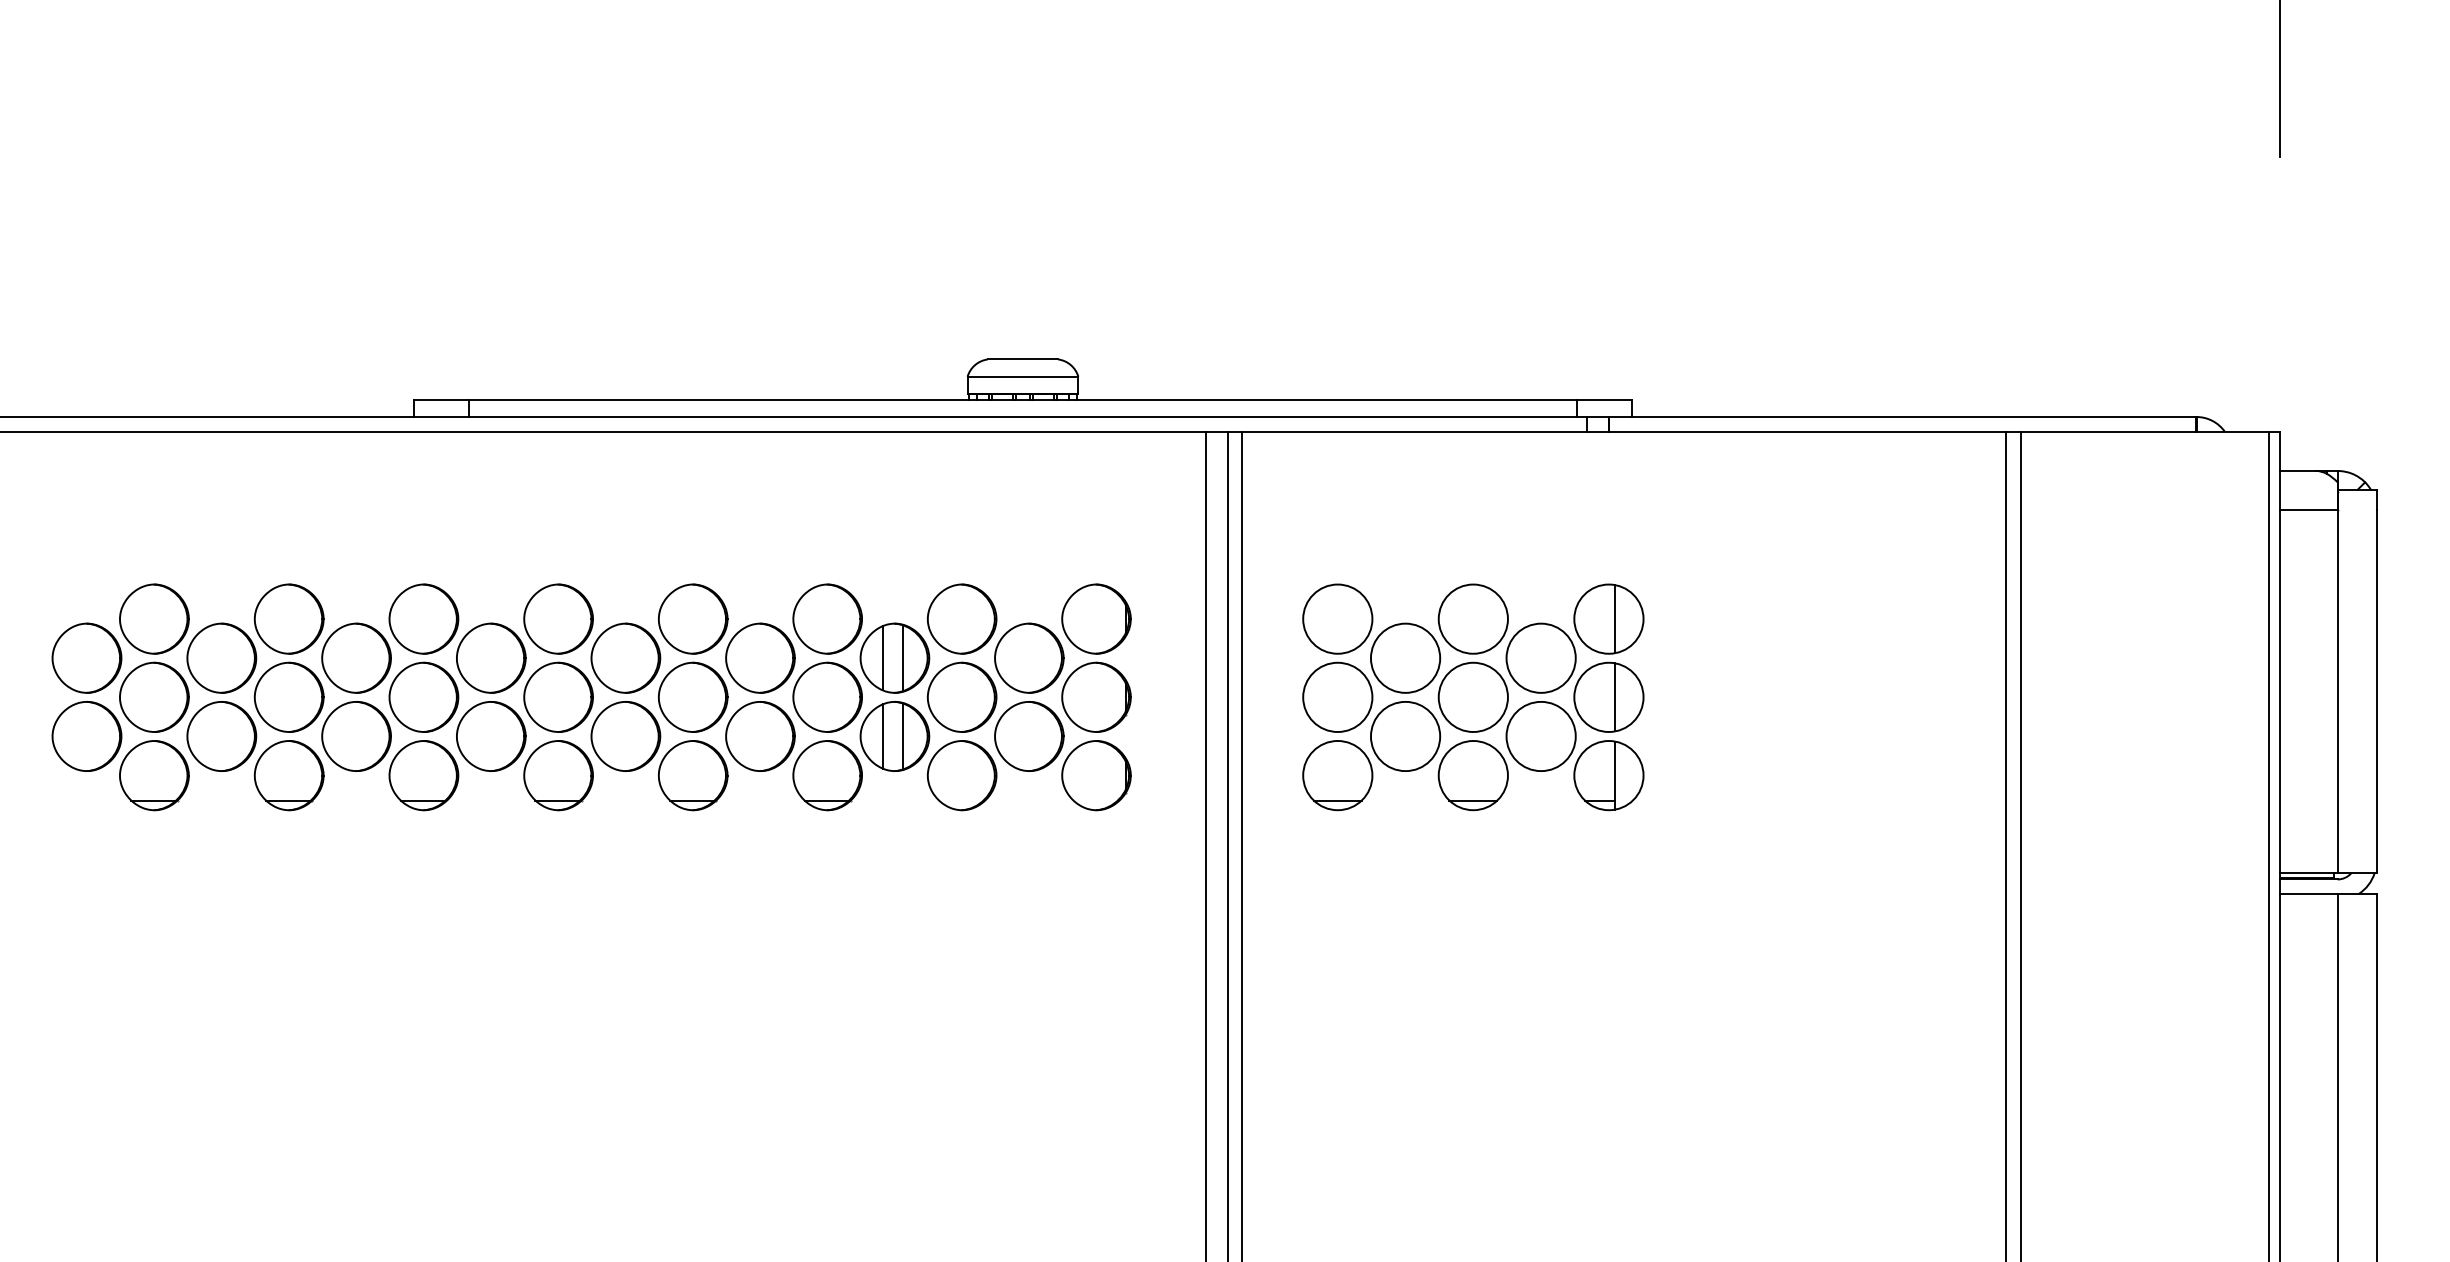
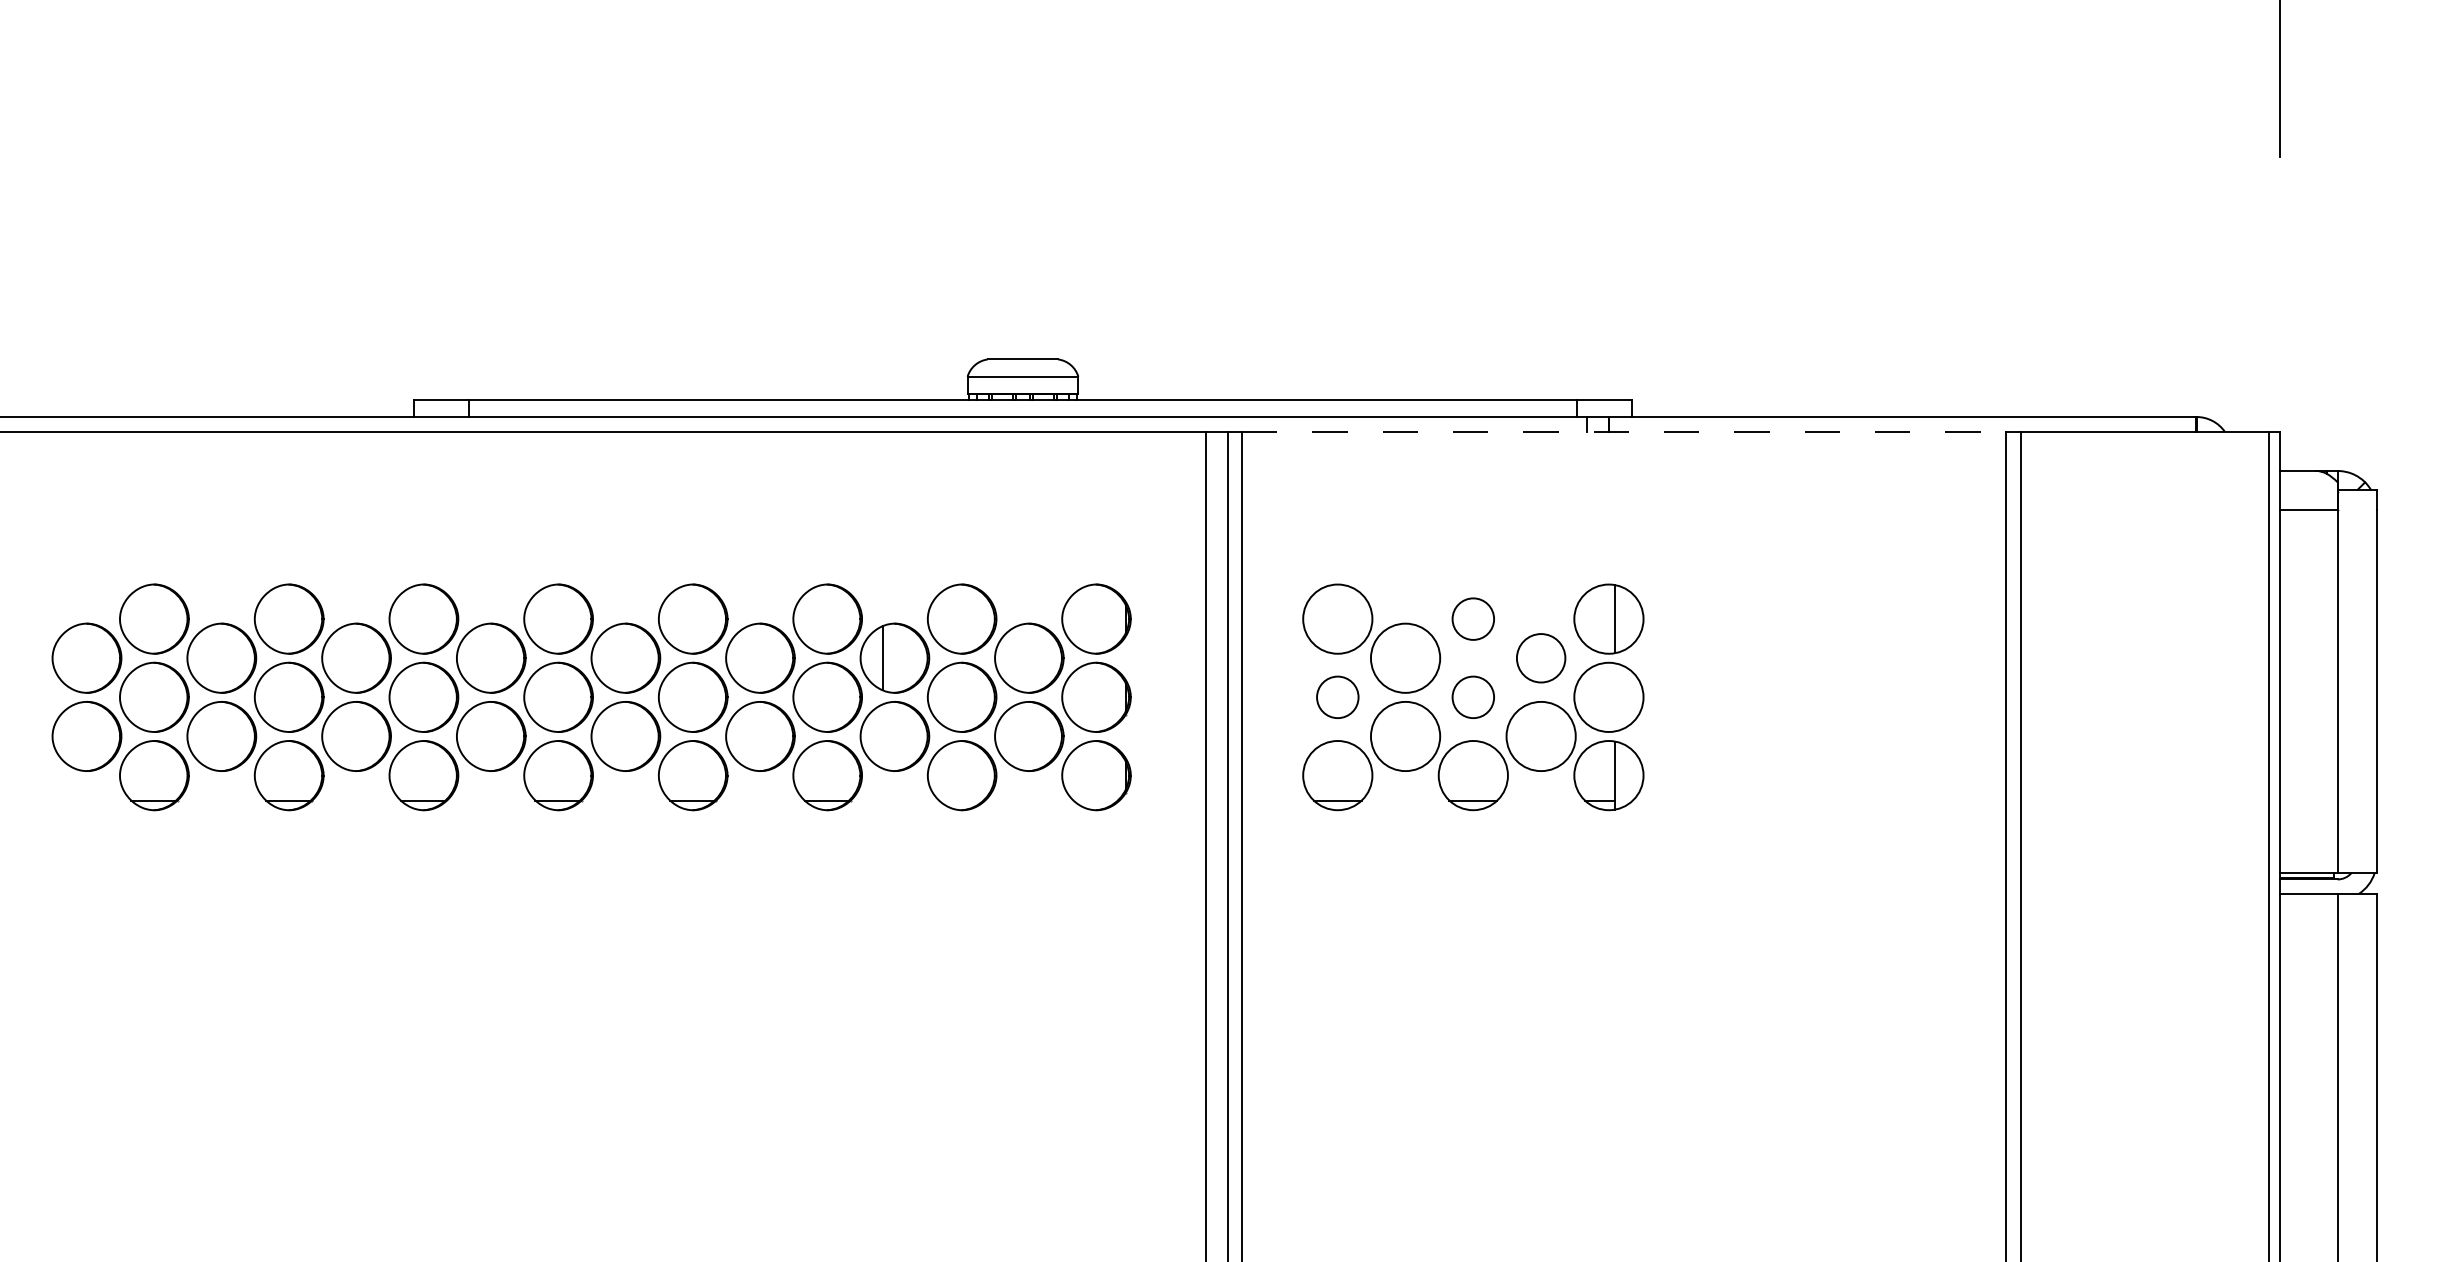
line at (1624, 431): solid -> dashed
circle at (1472, 618) diameter: 69 px -> 42 px
circle at (1540, 657) diameter: 69 px -> 48 px
line at (903, 658): present -> none
circle at (1337, 696) diameter: 69 px -> 42 px
circle at (1472, 696) diameter: 69 px -> 42 px
line at (1614, 697): present -> none
line at (882, 736): present -> none
line at (903, 736): present -> none
